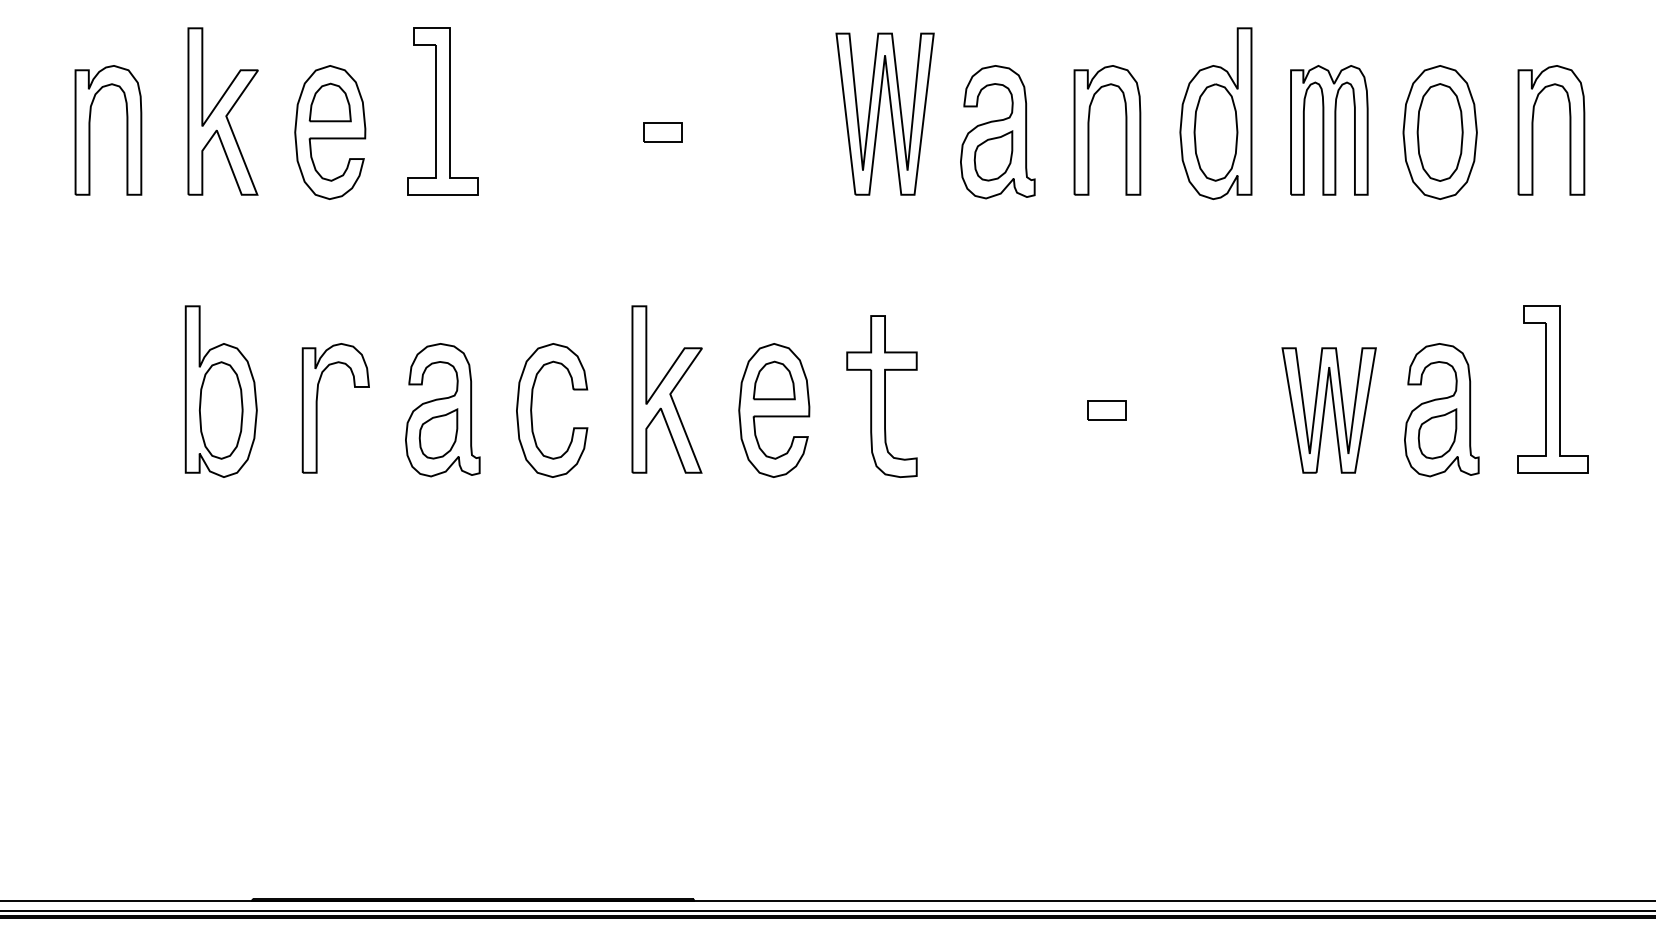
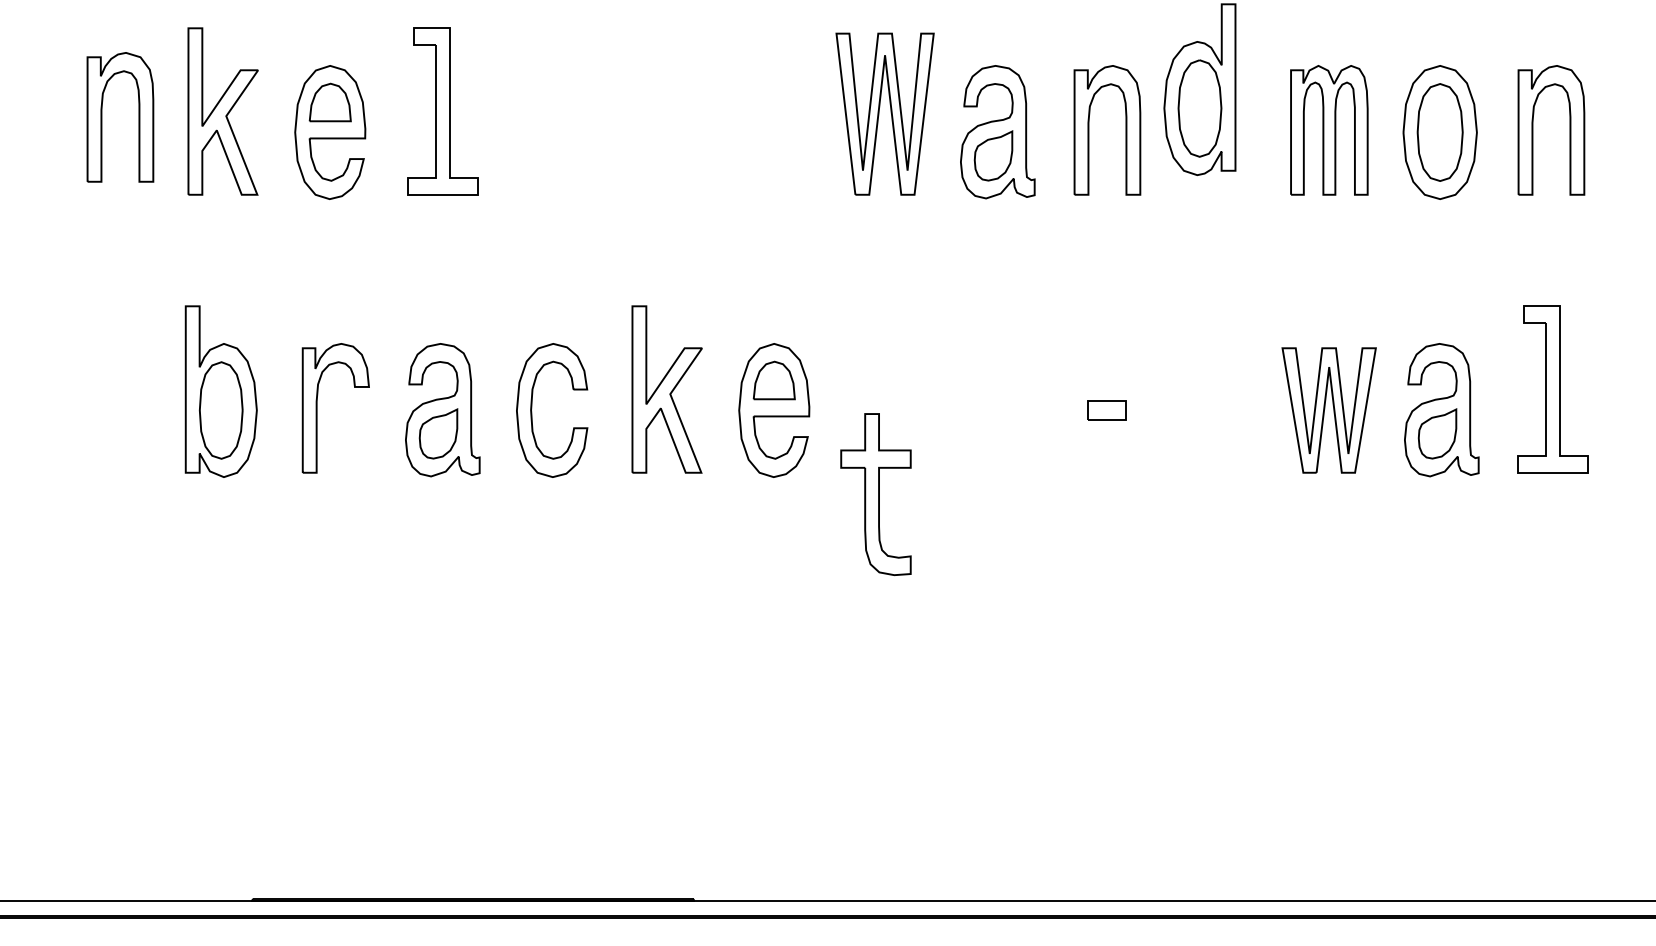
part at (1215, 113) position: (1215, 113) -> (1199, 89)
part at (90, 130) position: (90, 130) -> (102, 117)
part at (662, 132): present -> none
part at (881, 396) position: (881, 396) -> (875, 494)
line at (827, 911): present -> none
